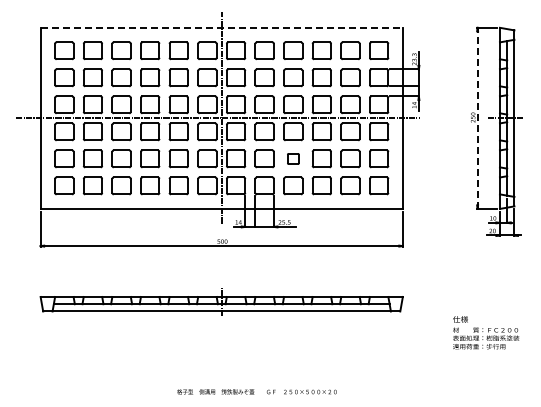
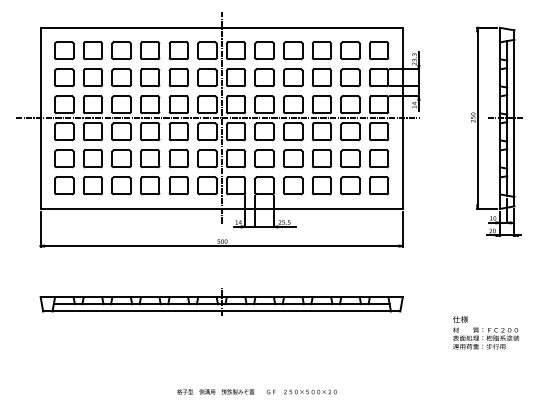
line at (222, 27): dashed -> solid
line at (477, 118): dashed -> solid
part at (293, 158) size: 13x12 px -> 21x20 px
